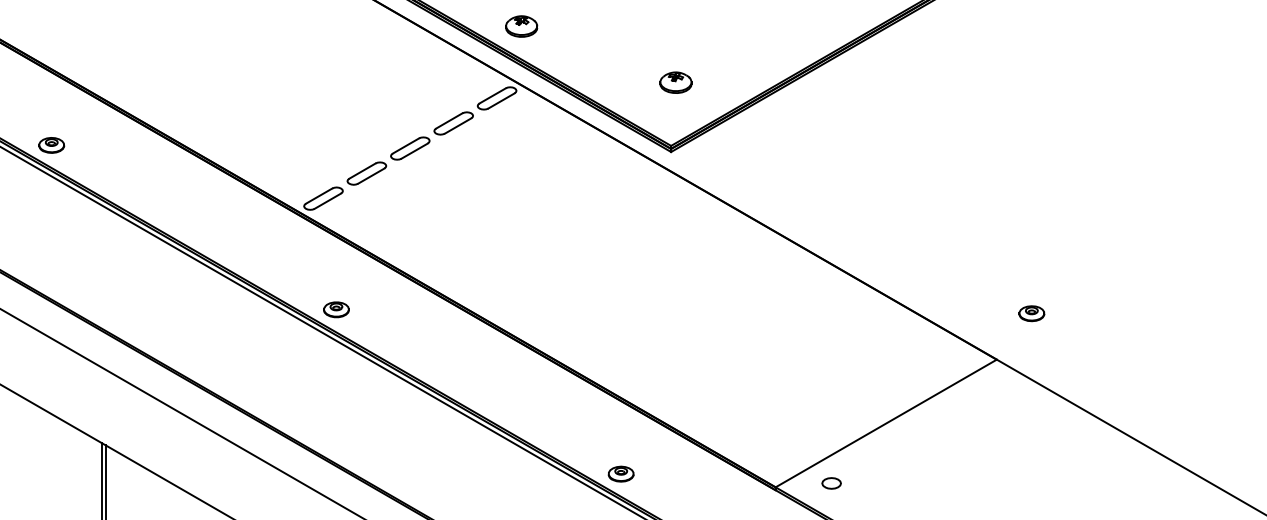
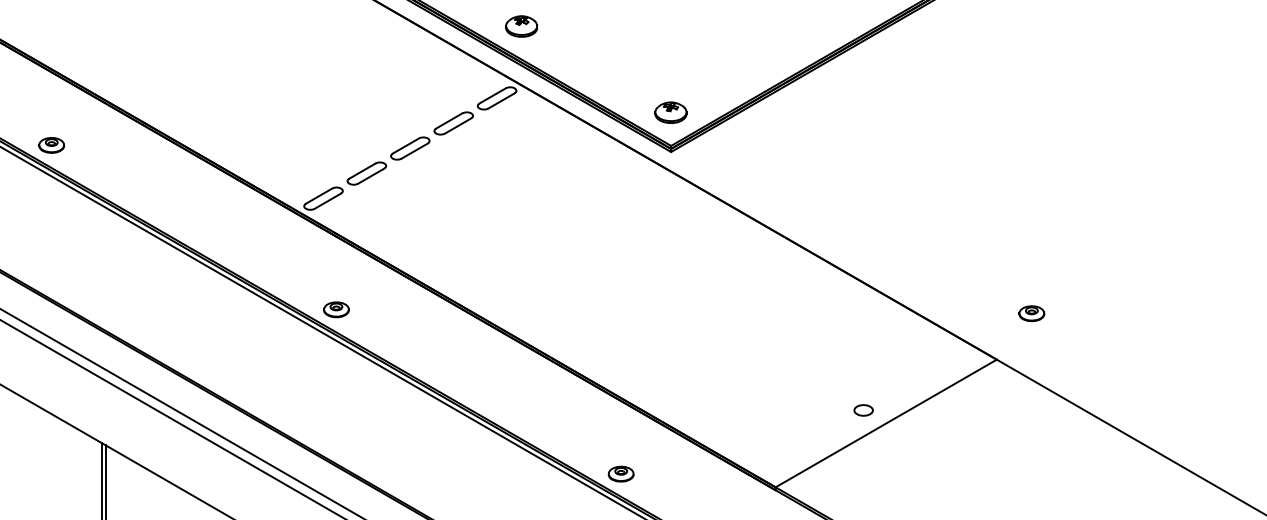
part at (675, 82) position: (675, 82) -> (670, 112)
line at (171, 418): none -> present
part at (831, 483) position: (831, 483) -> (863, 410)
